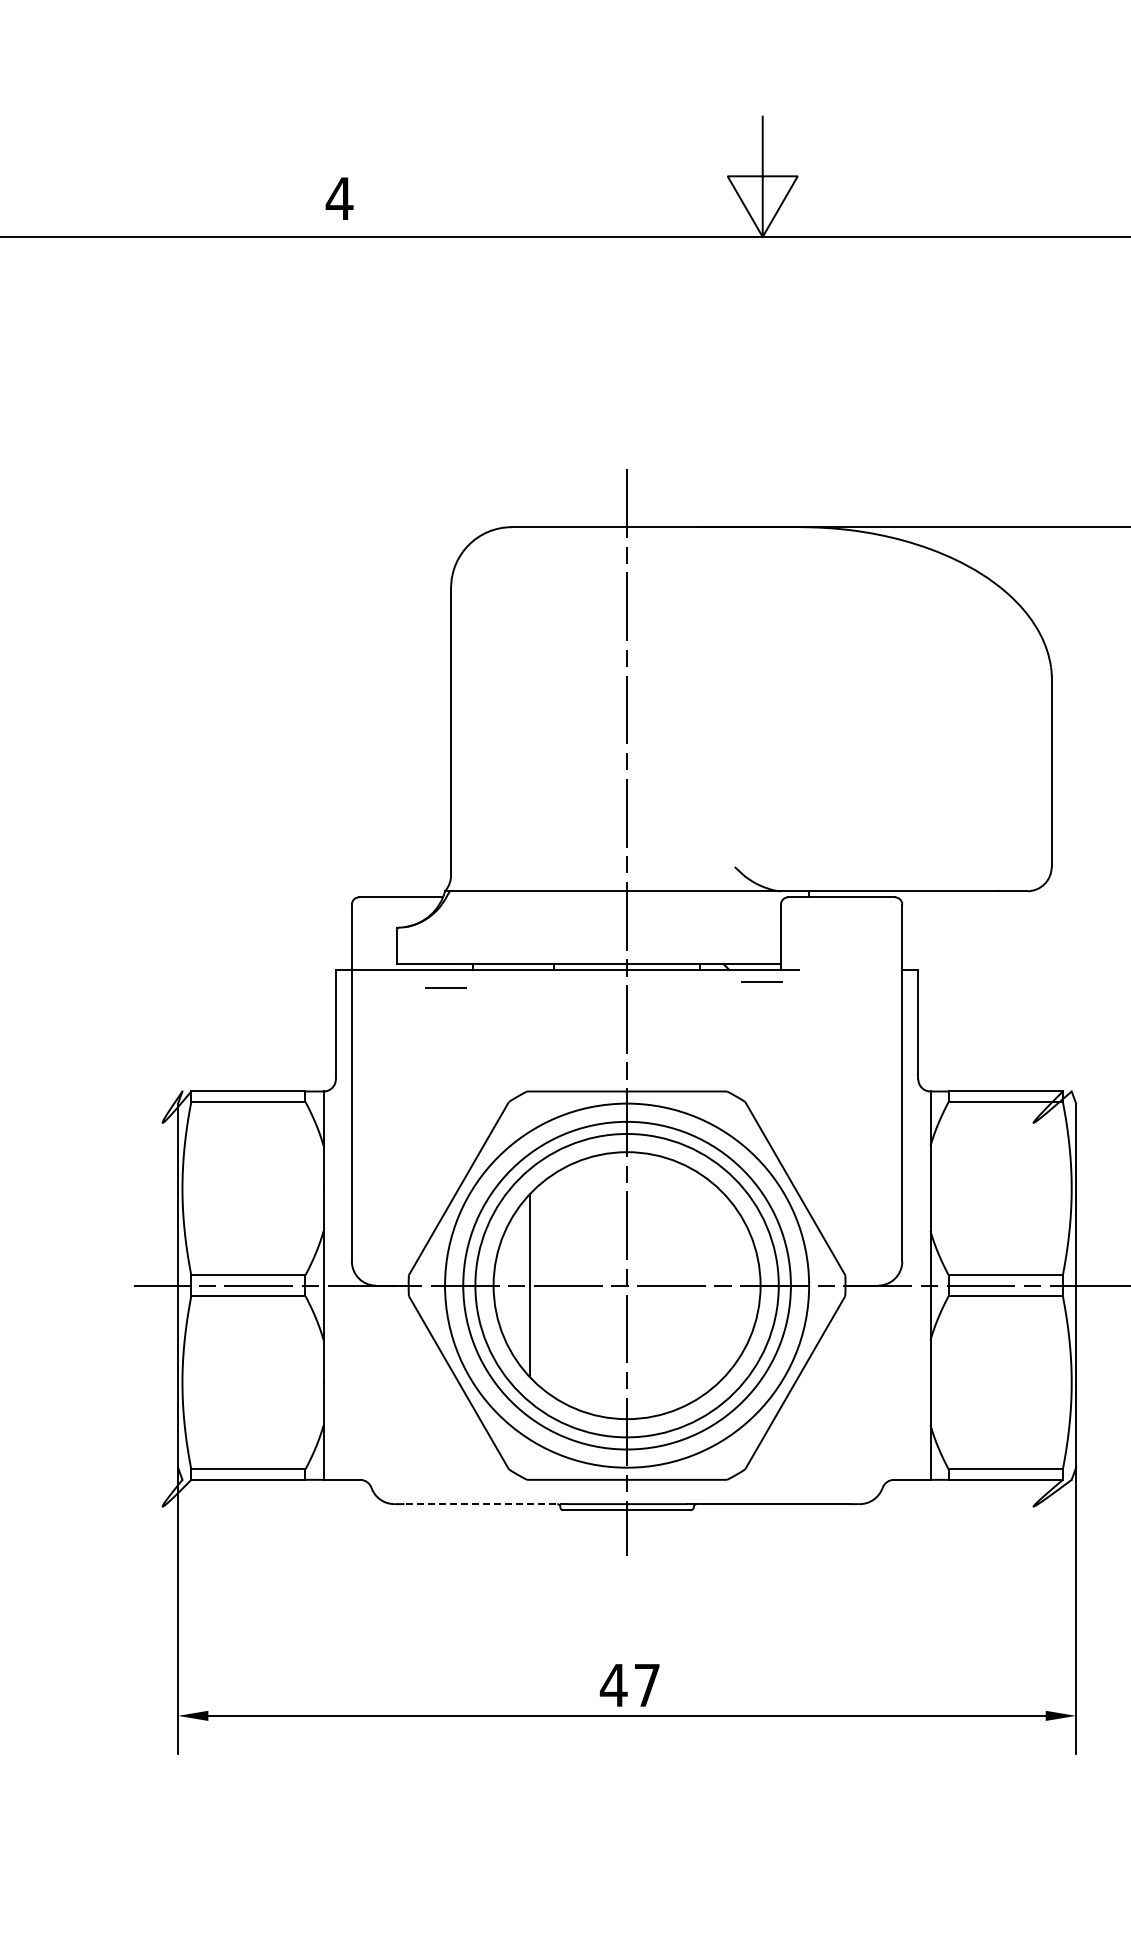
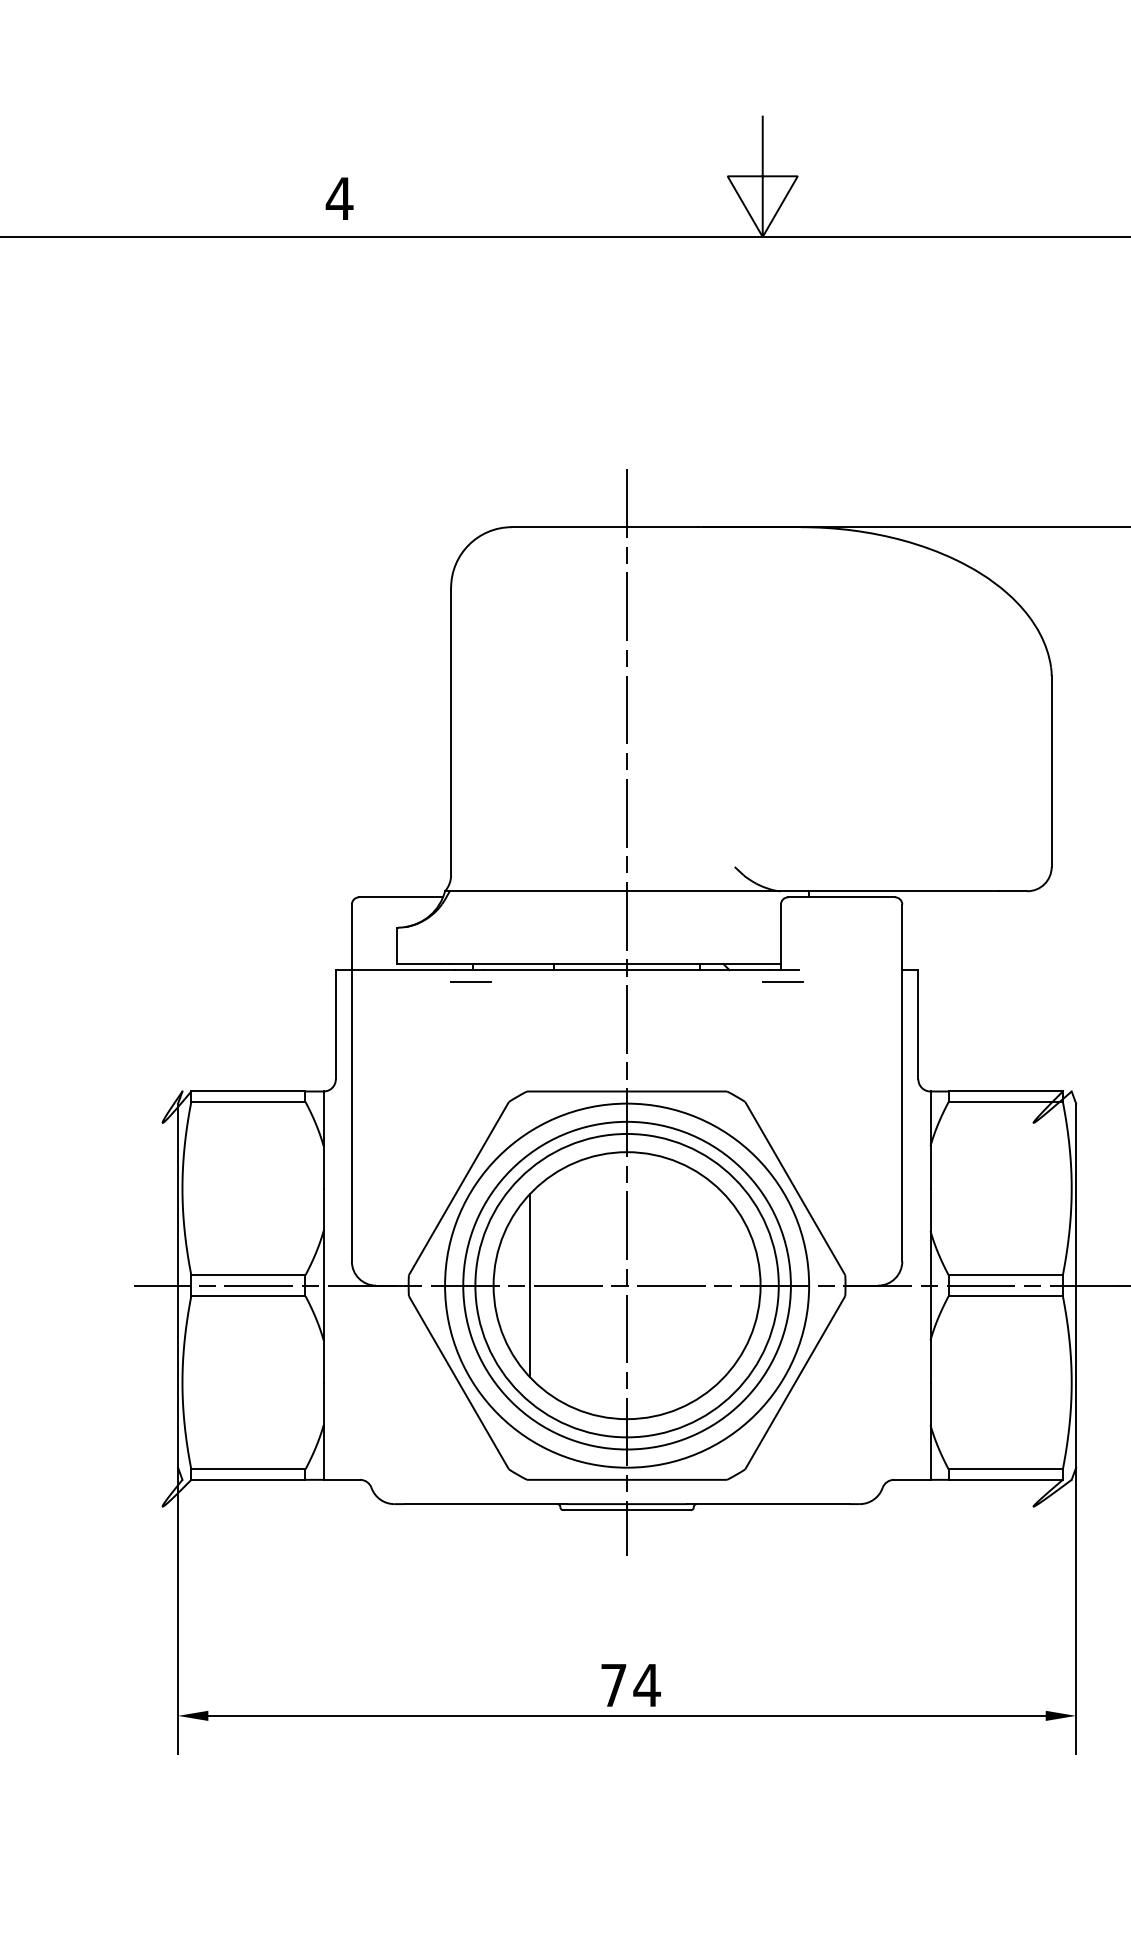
line at (761, 981) position: (761, 981) -> (782, 981)
line at (445, 987) position: (445, 987) -> (470, 981)
line at (485, 1504): dashed -> solid
text at (629, 1685): 47 -> 74
